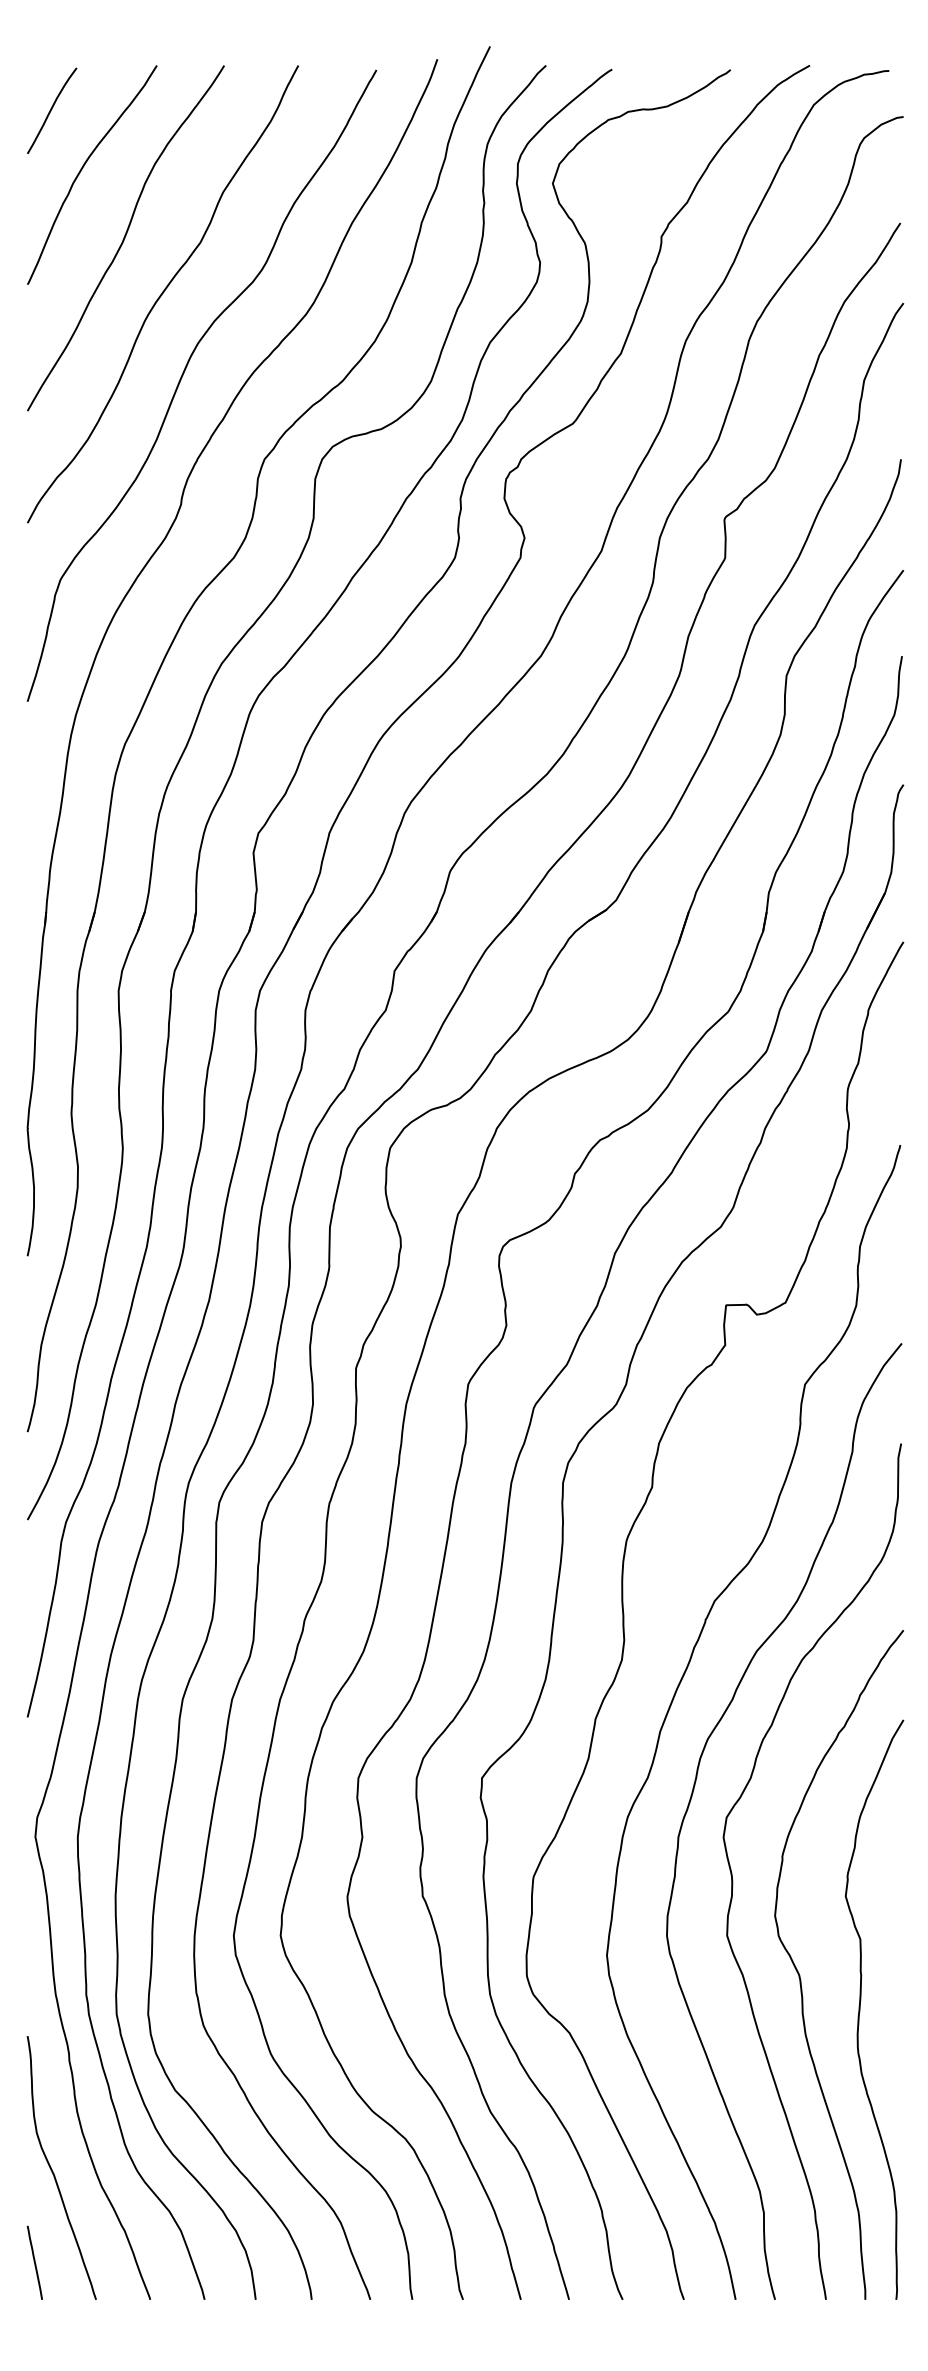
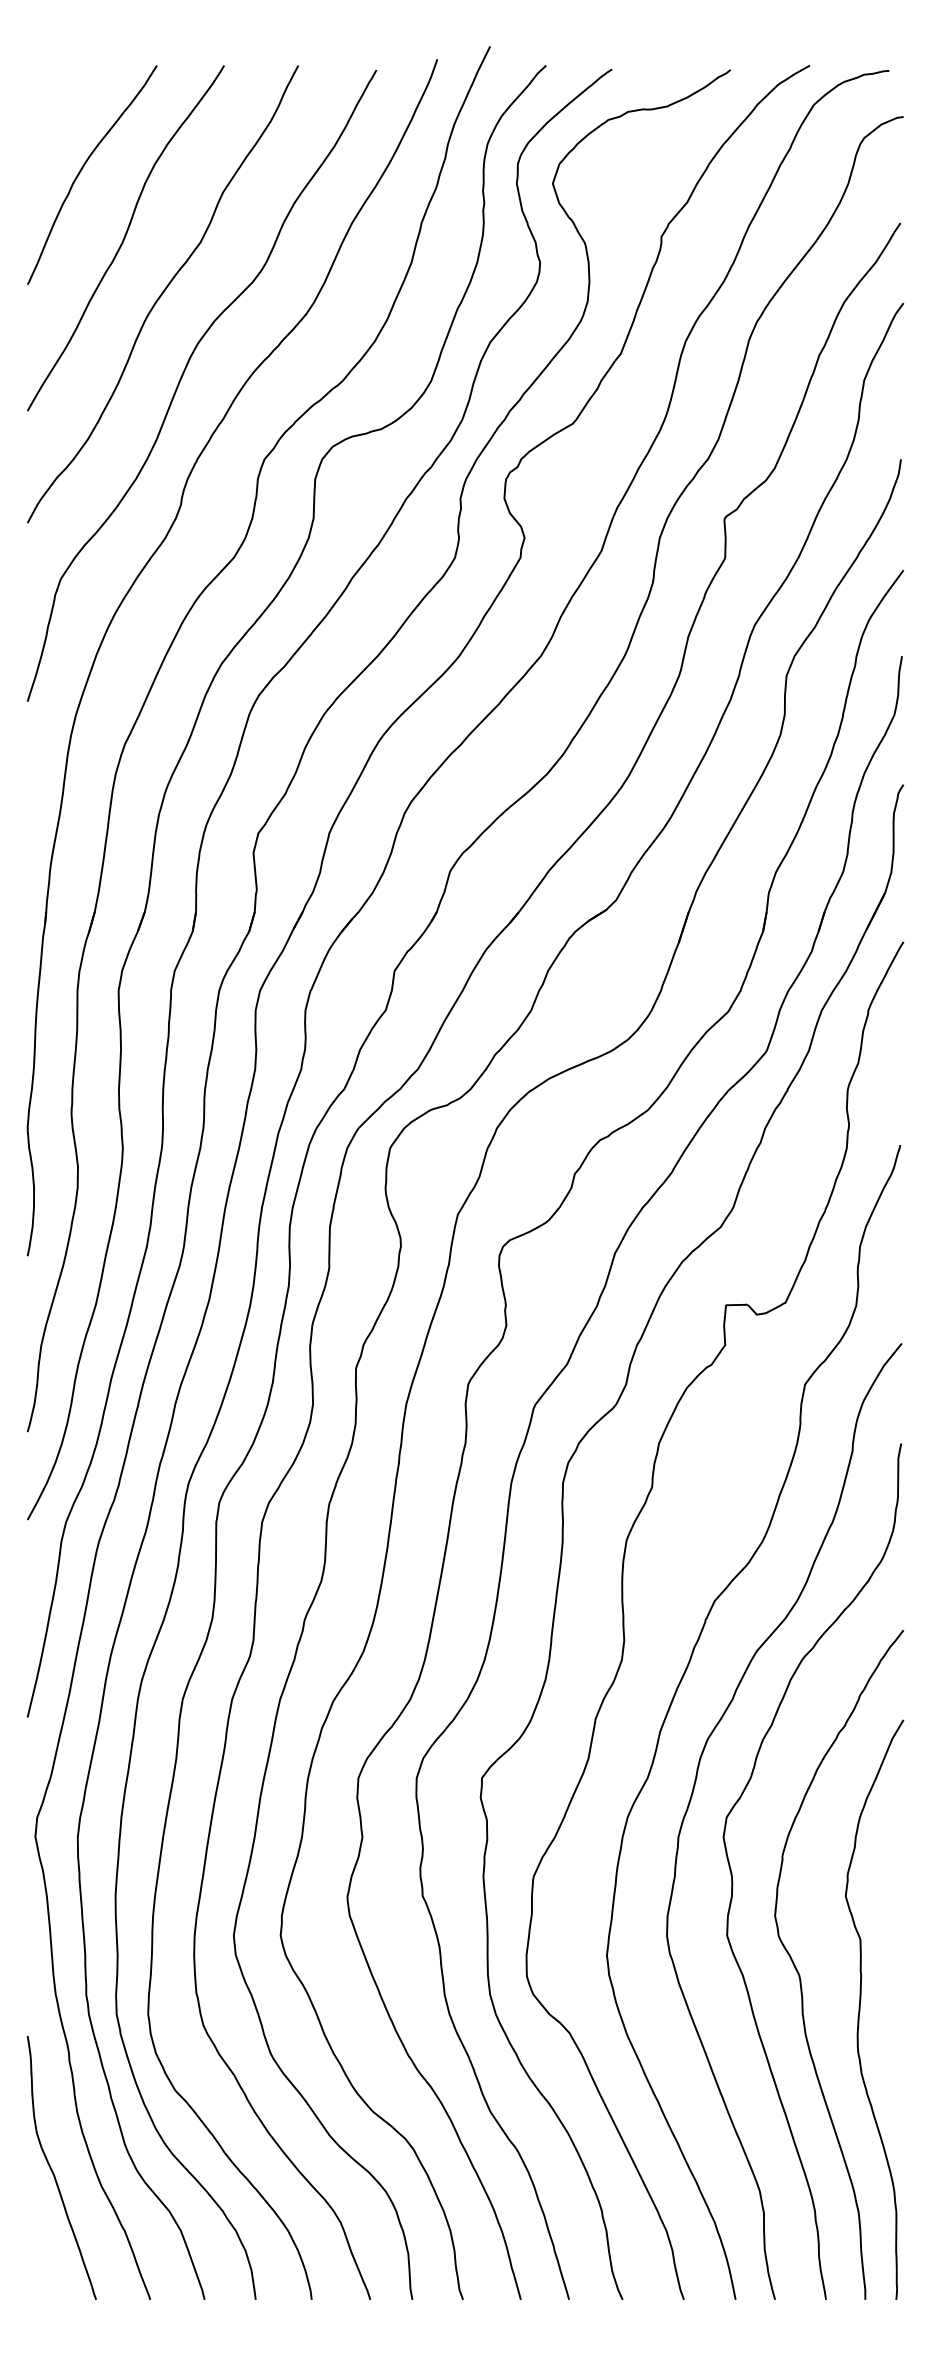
curve at (52, 109): present -> none
line at (34, 2262): present -> none
